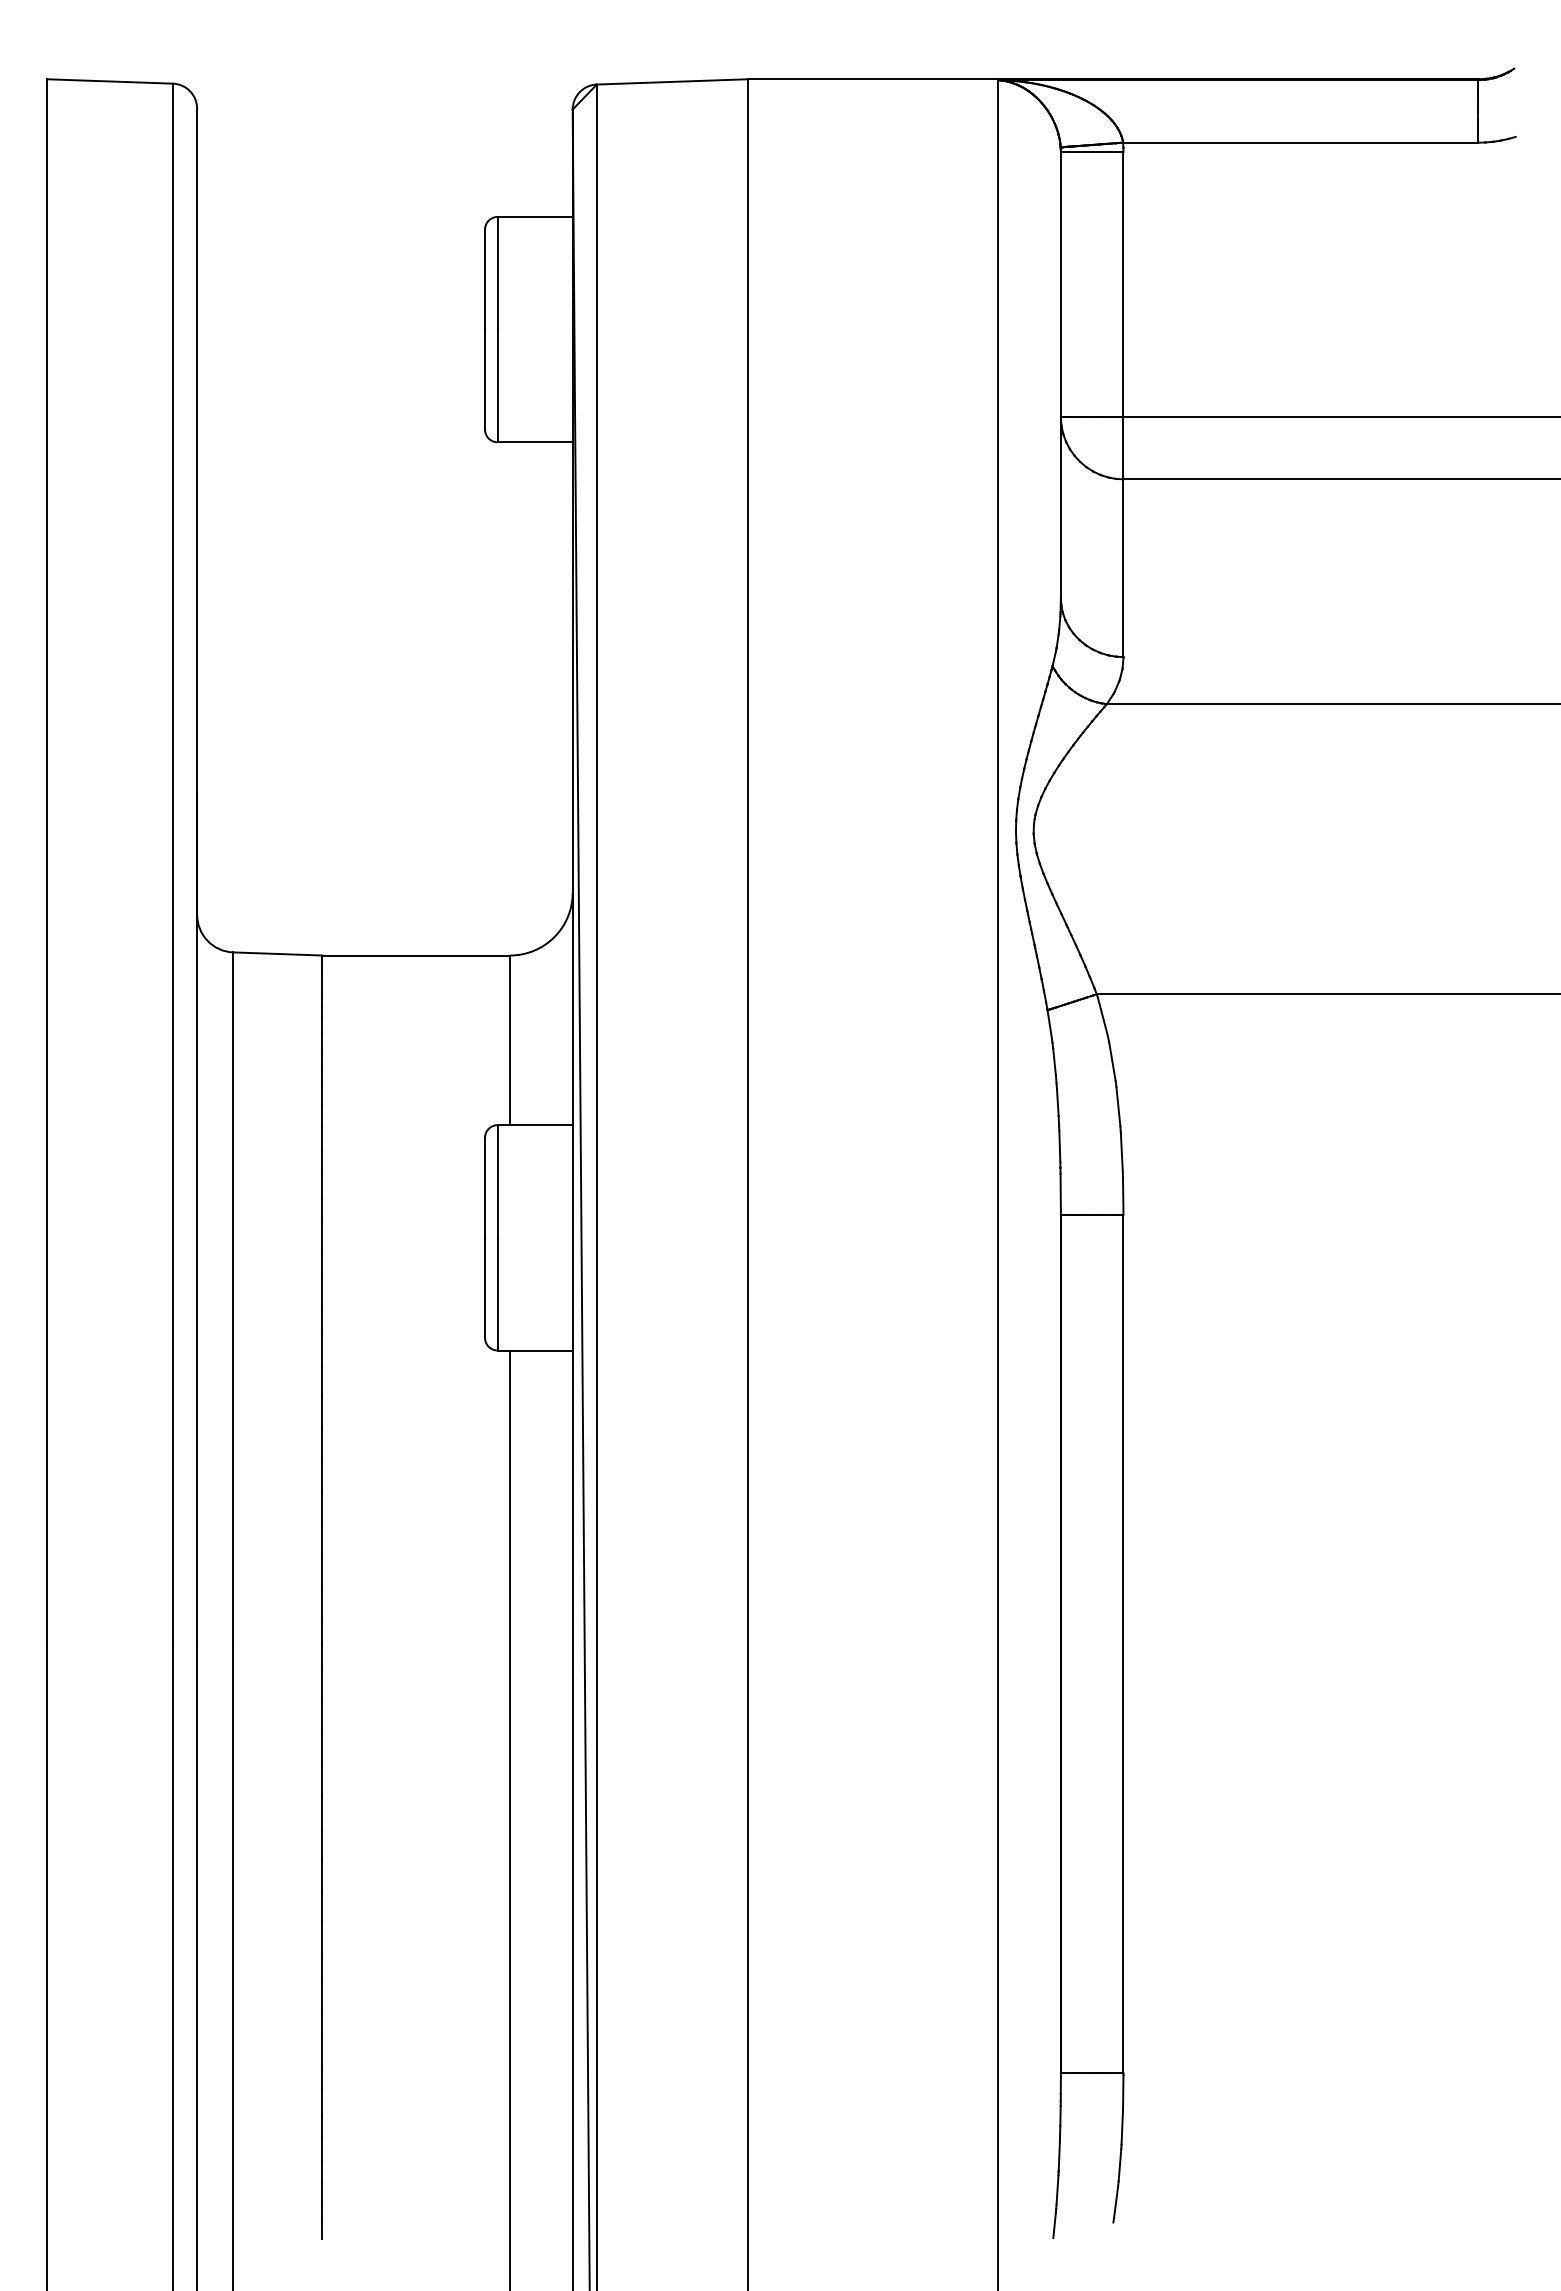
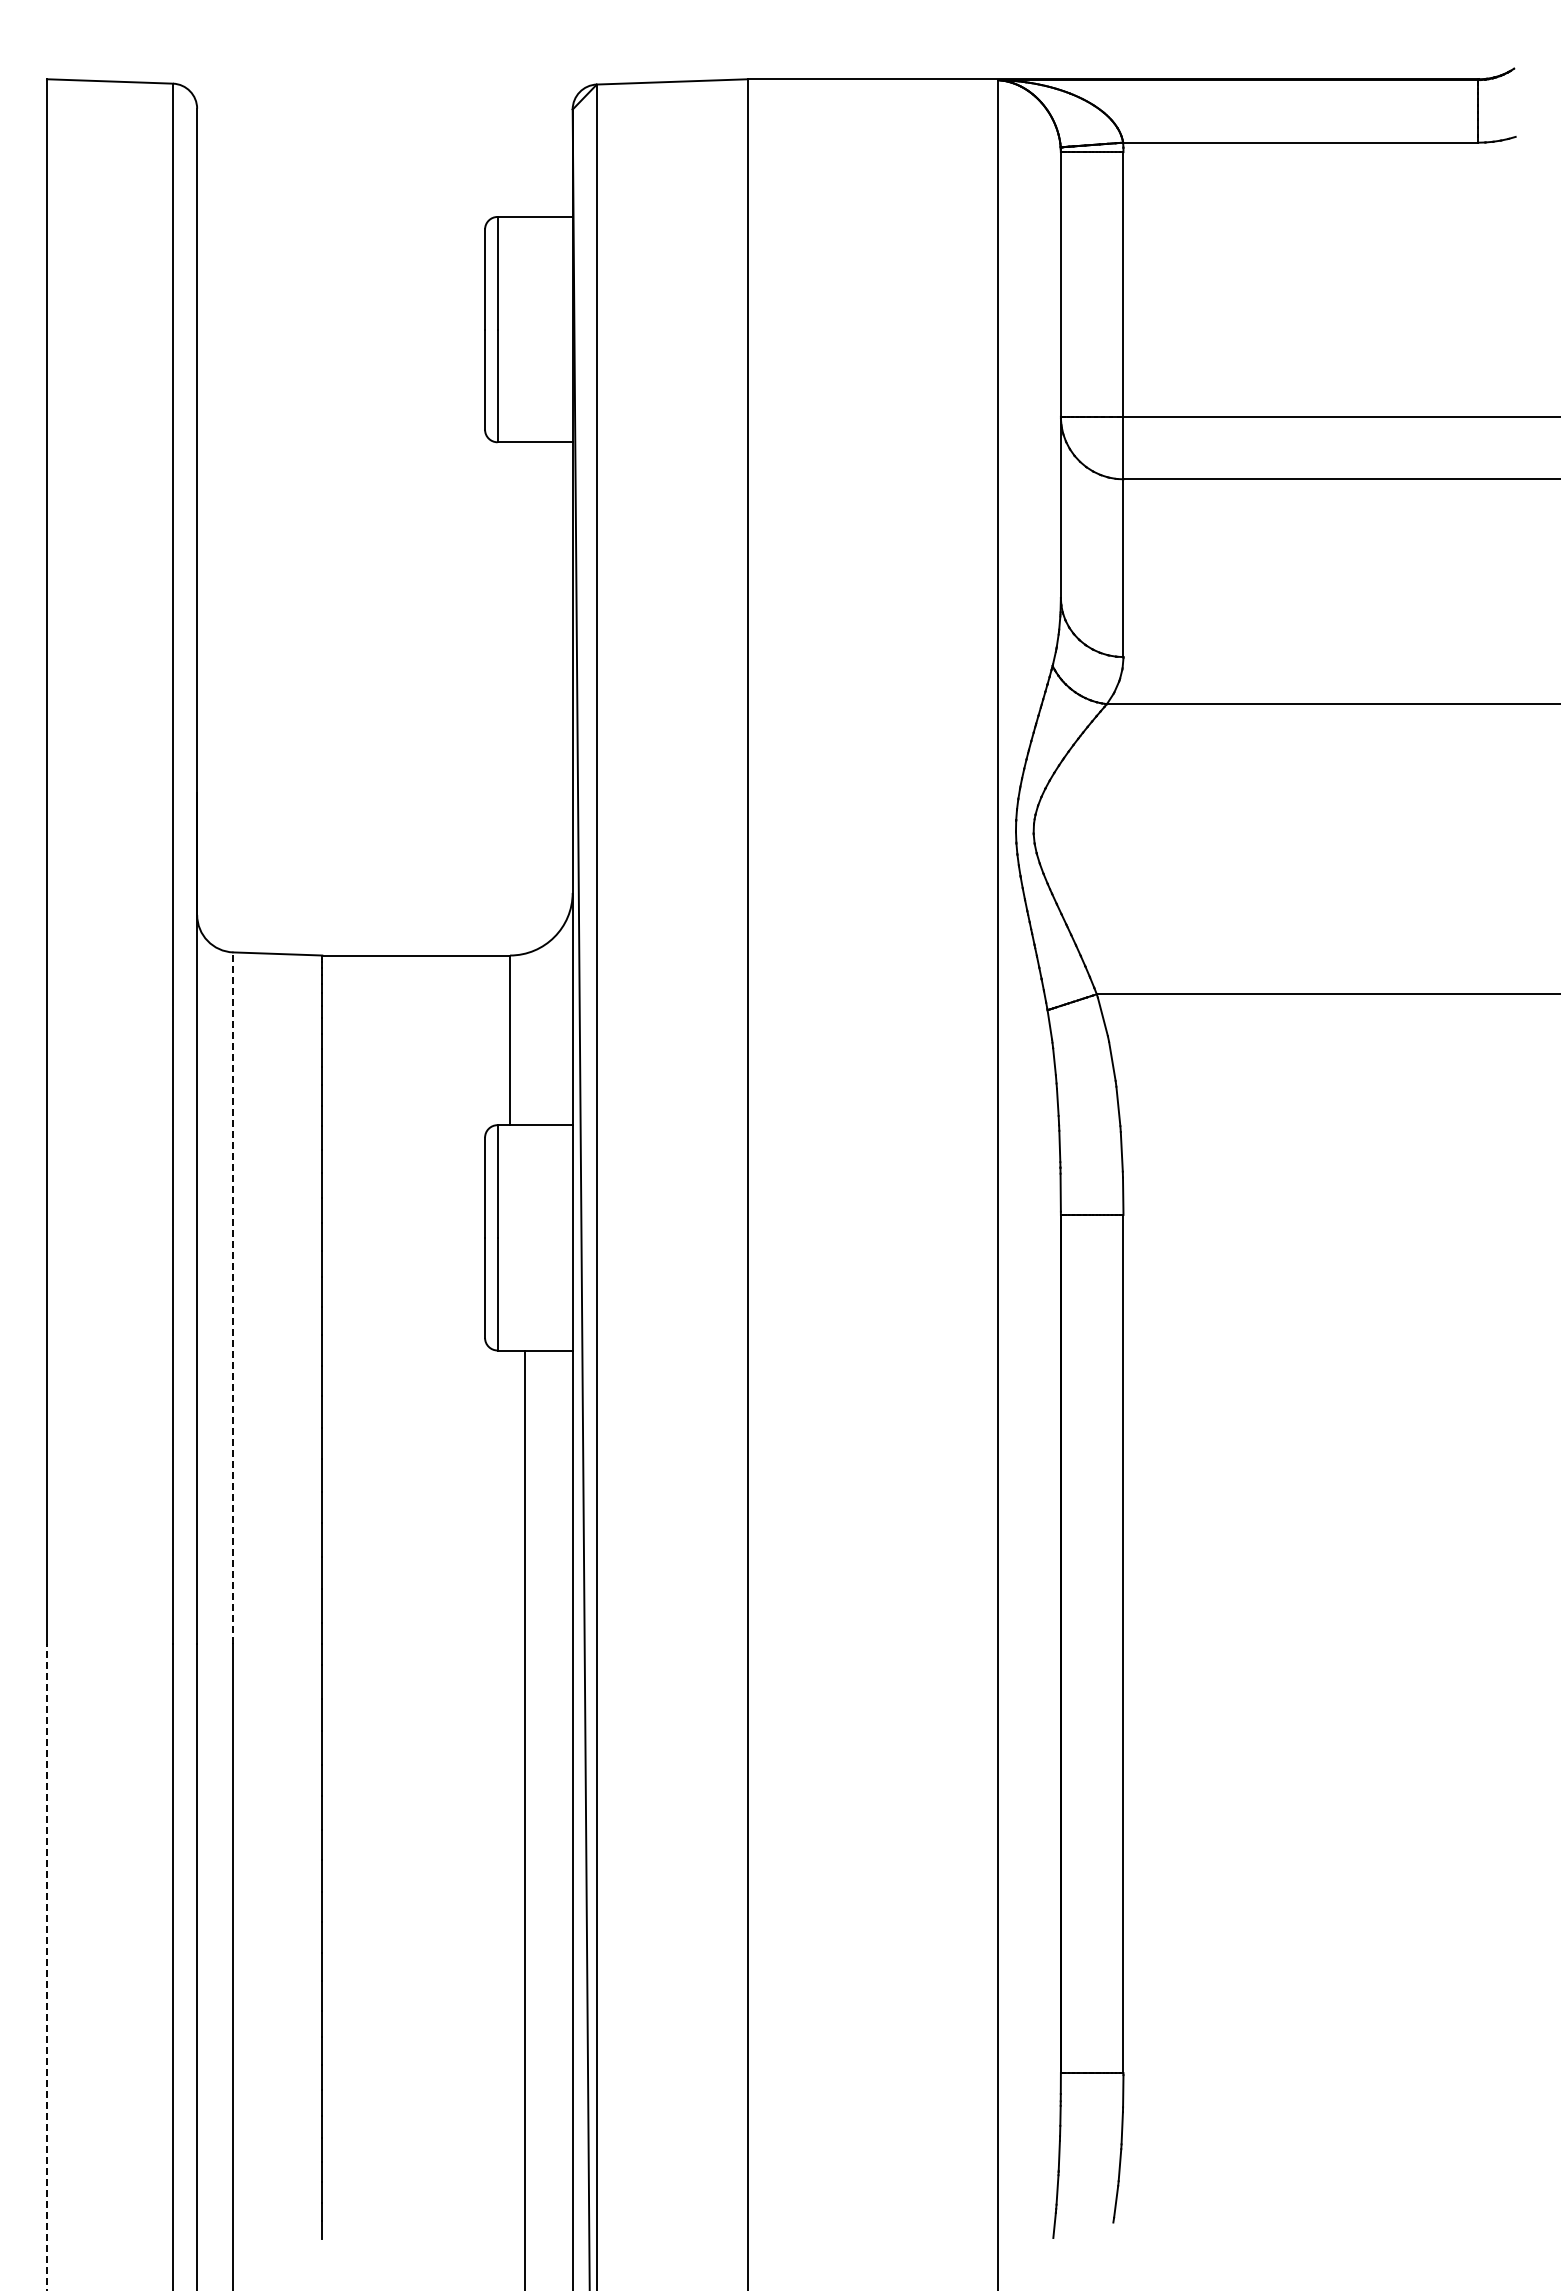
line at (233, 1298): solid -> dashed
line at (510, 1818) position: (510, 1818) -> (525, 1818)
line at (46, 1966): solid -> dashed
